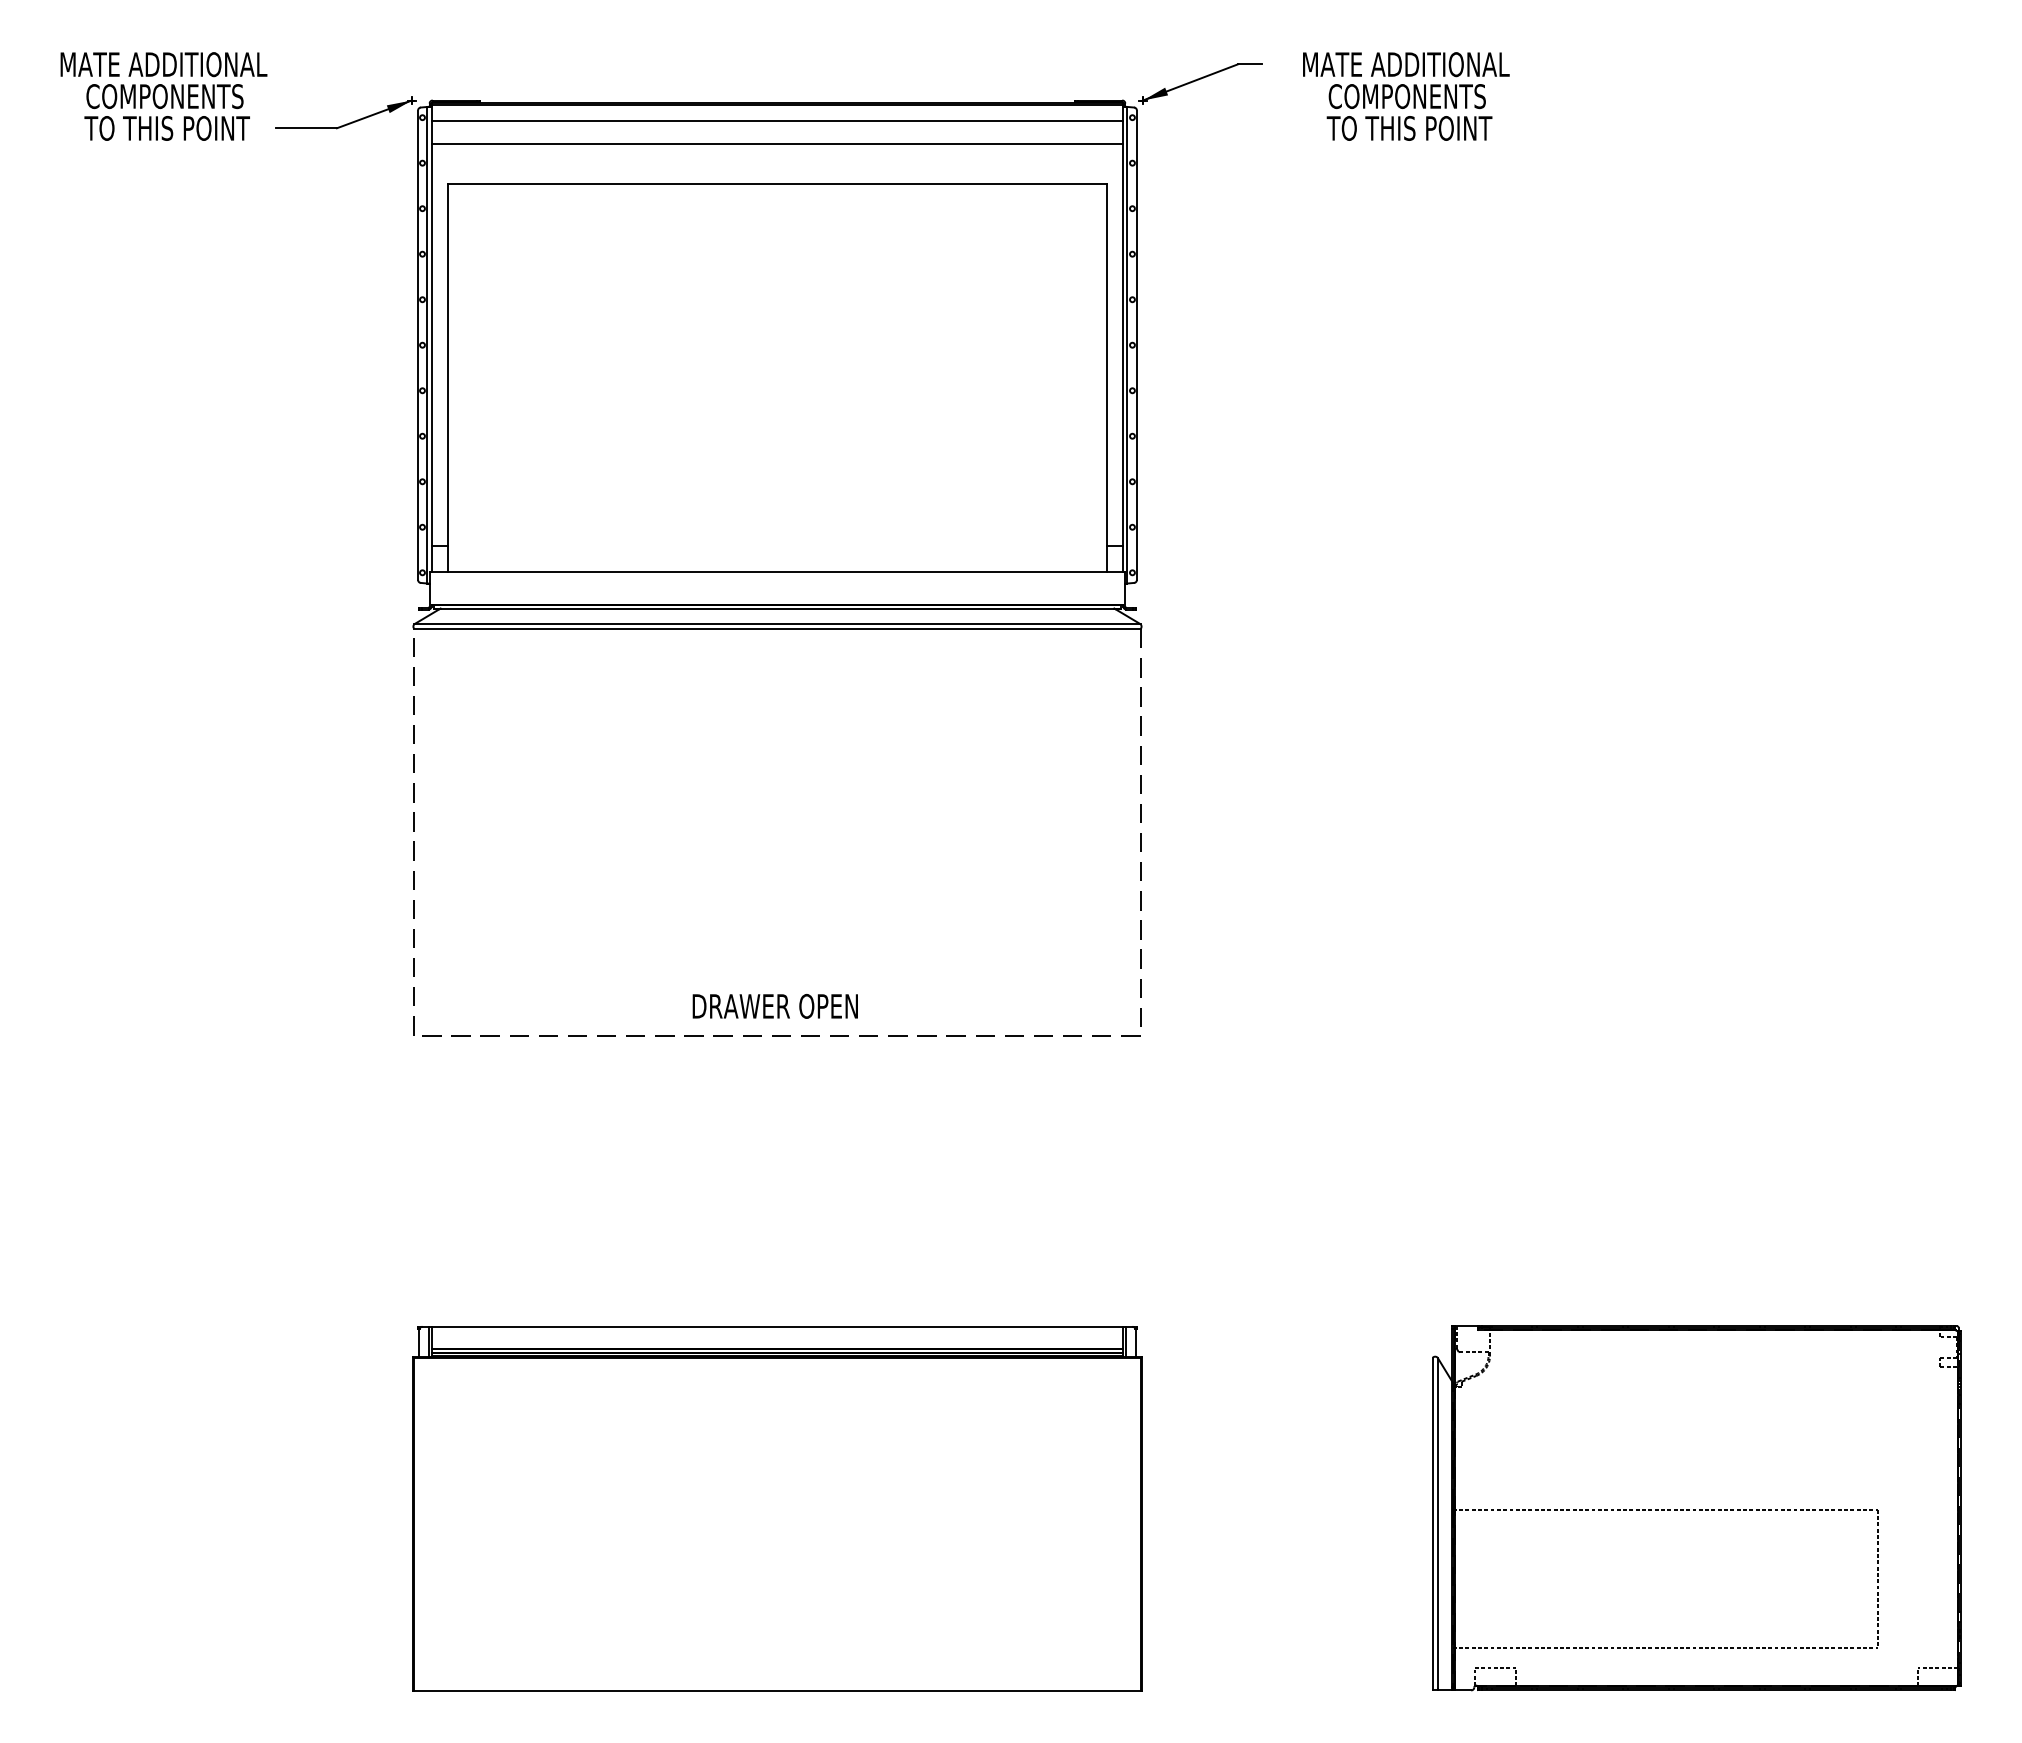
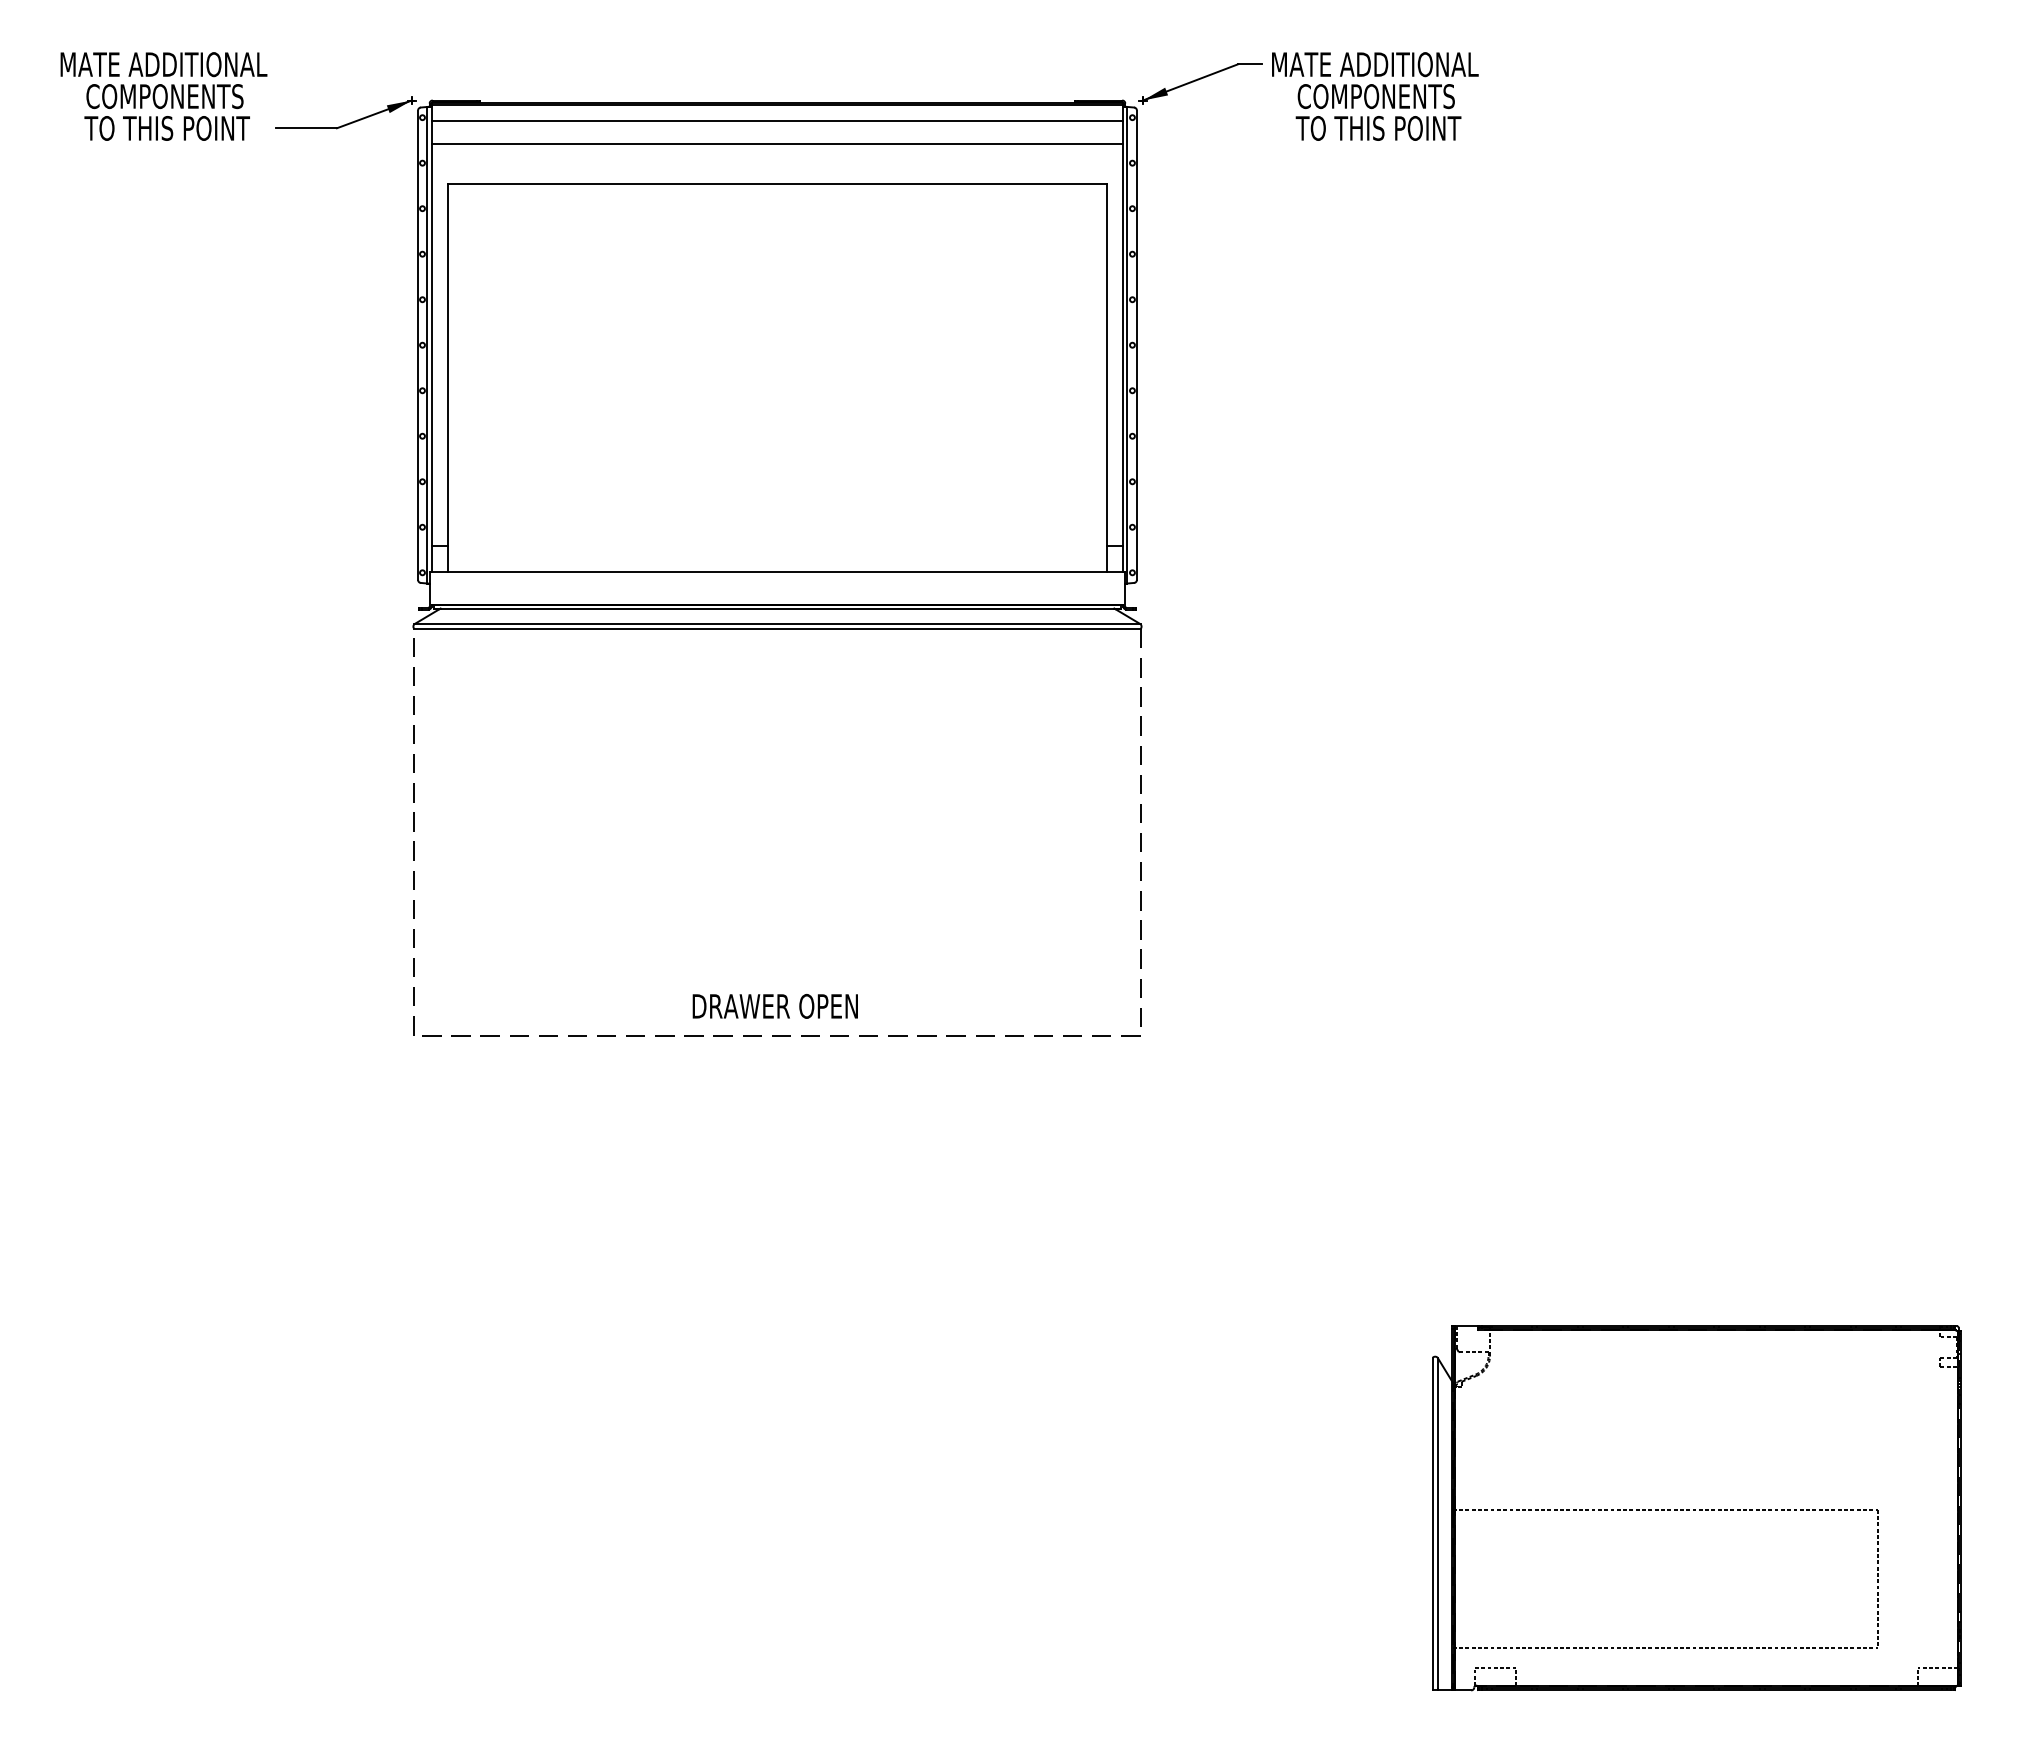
text at (1406, 96) position: (1406, 96) -> (1375, 96)
part at (777, 1508): present -> none
